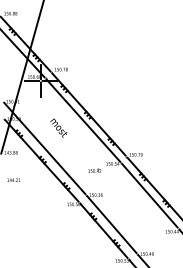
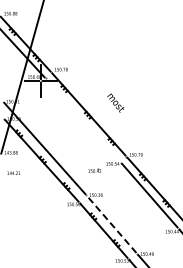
line at (83, 120): present -> none
text at (58, 127) position: (58, 127) -> (115, 102)
text at (13, 179) position: (13, 179) -> (13, 172)
line at (111, 224): solid -> dashed
